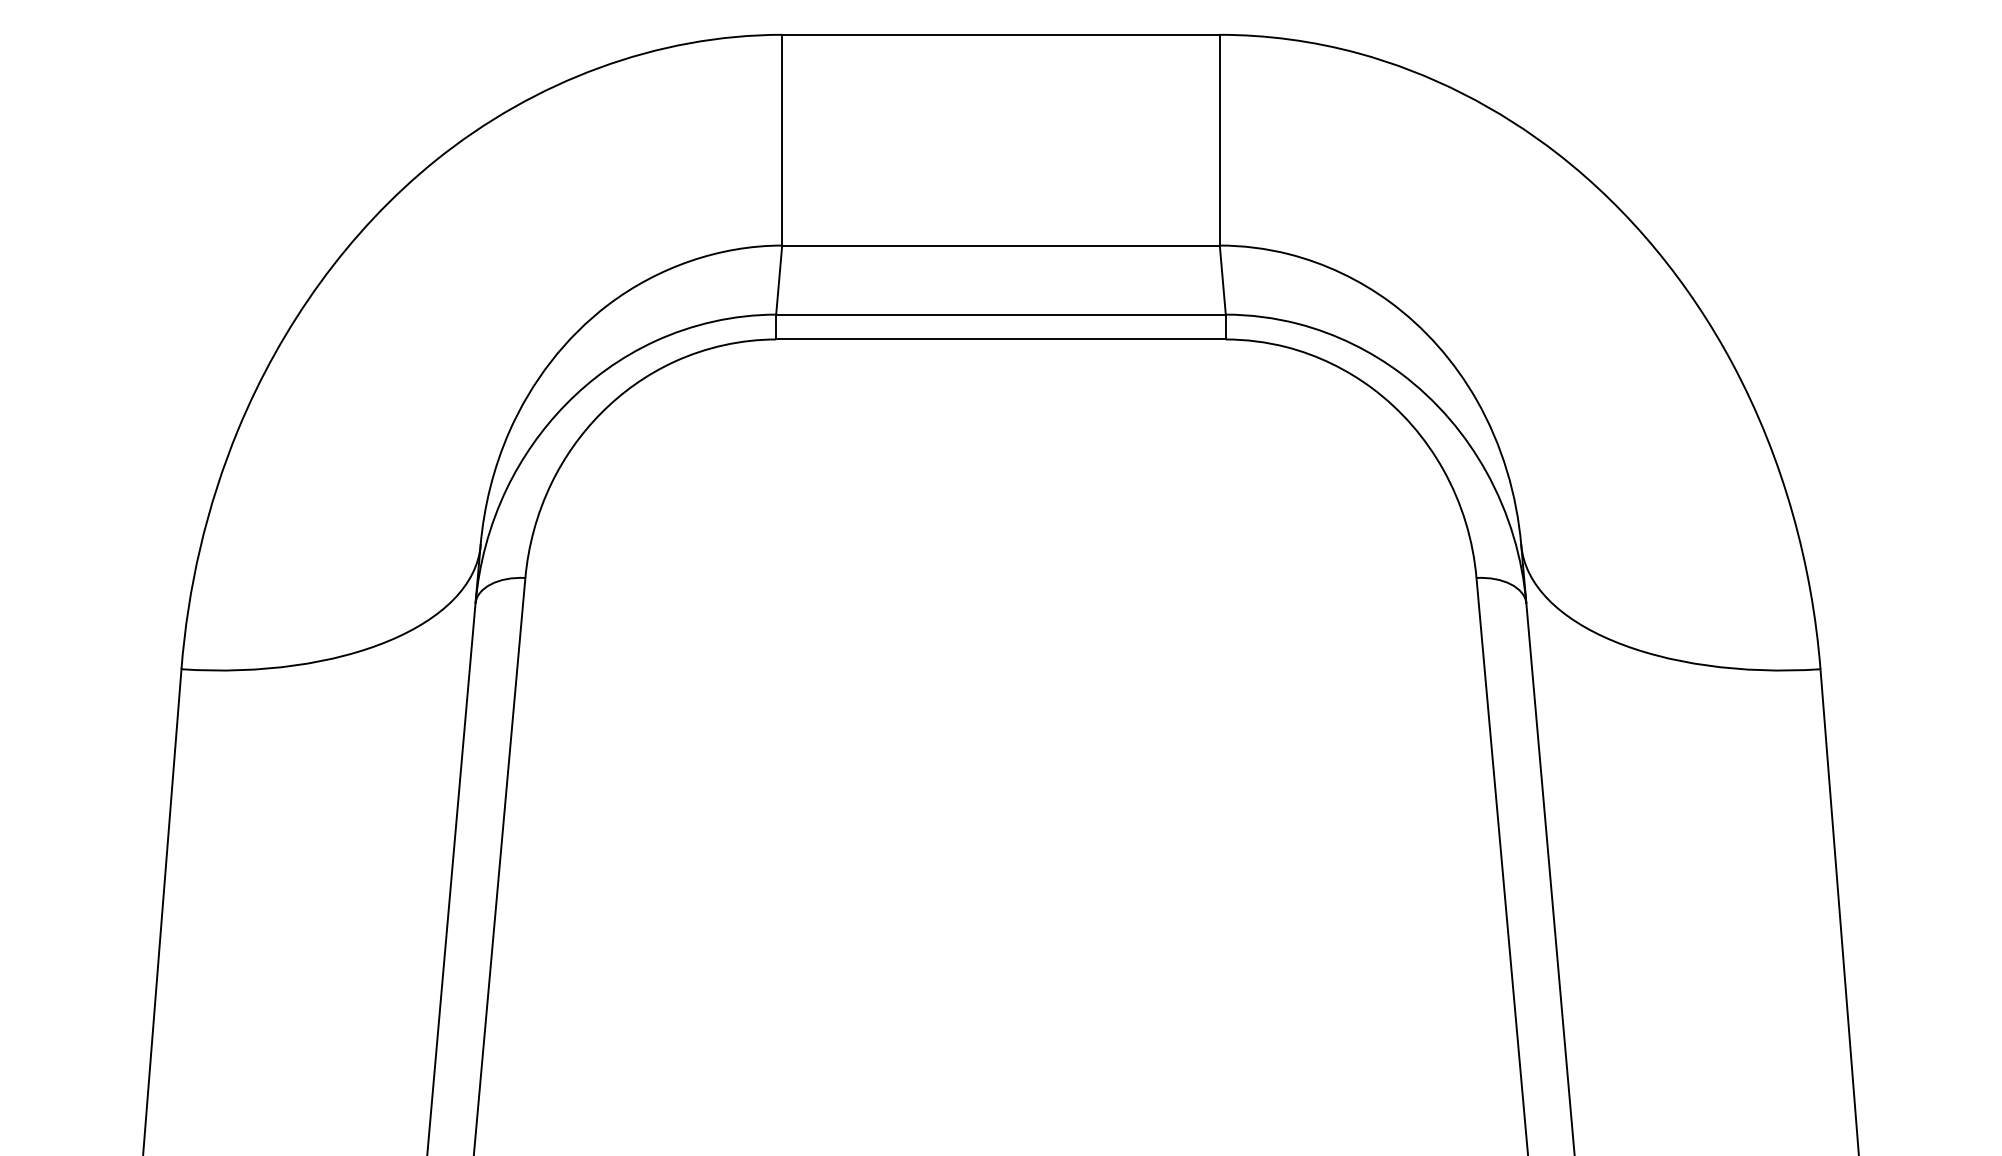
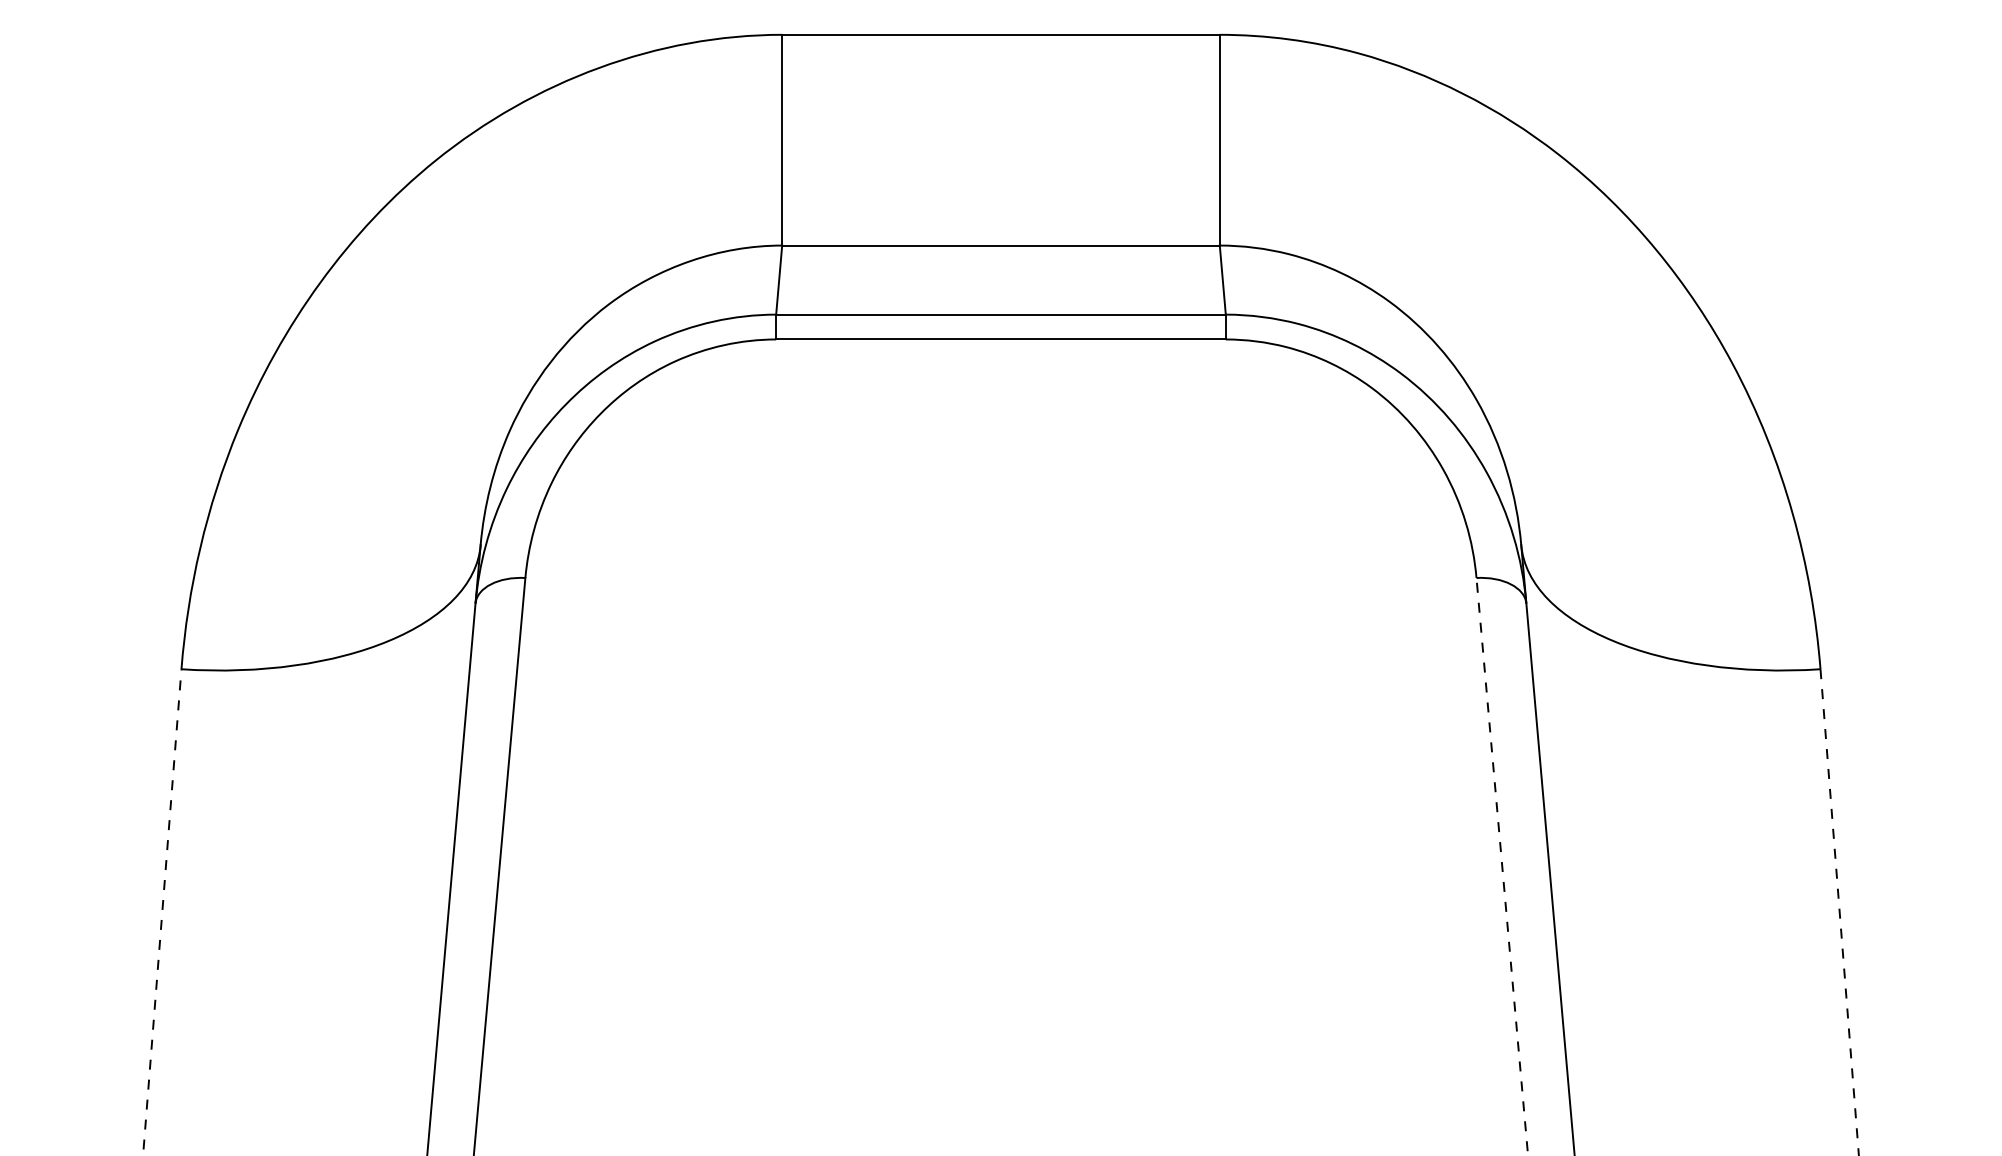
line at (1502, 866): solid -> dashed
line at (162, 912): solid -> dashed
line at (1839, 912): solid -> dashed
